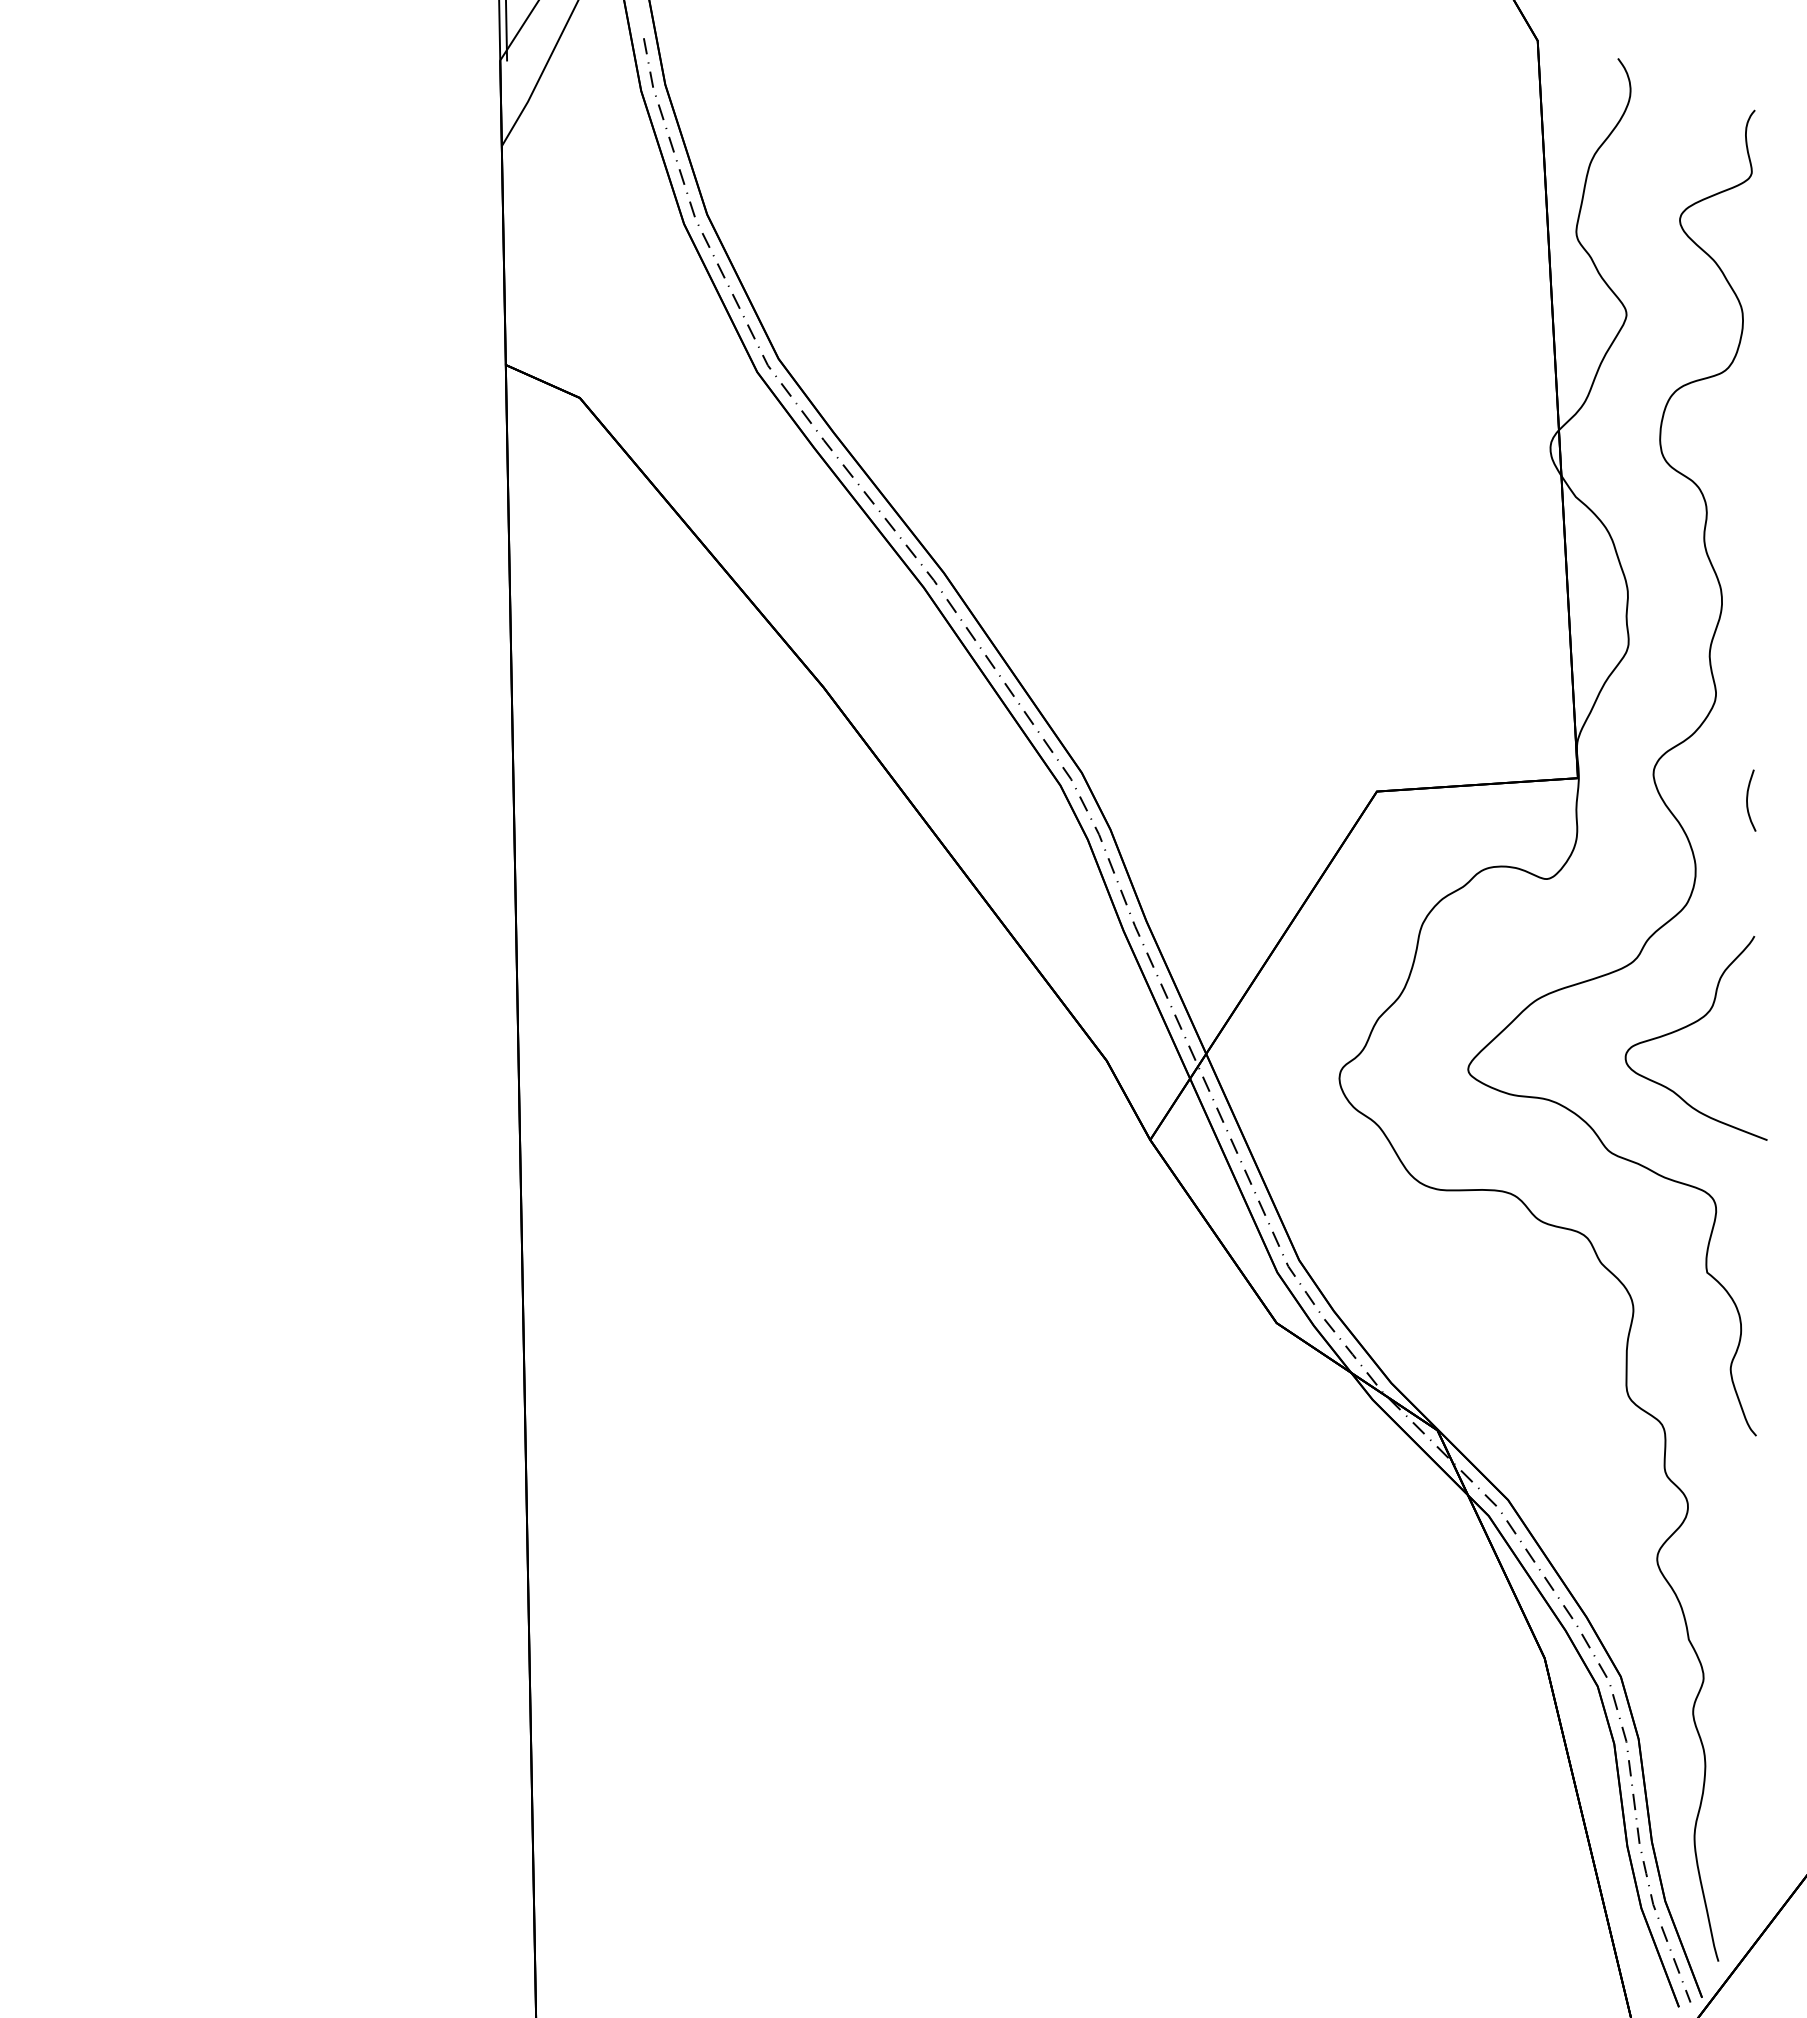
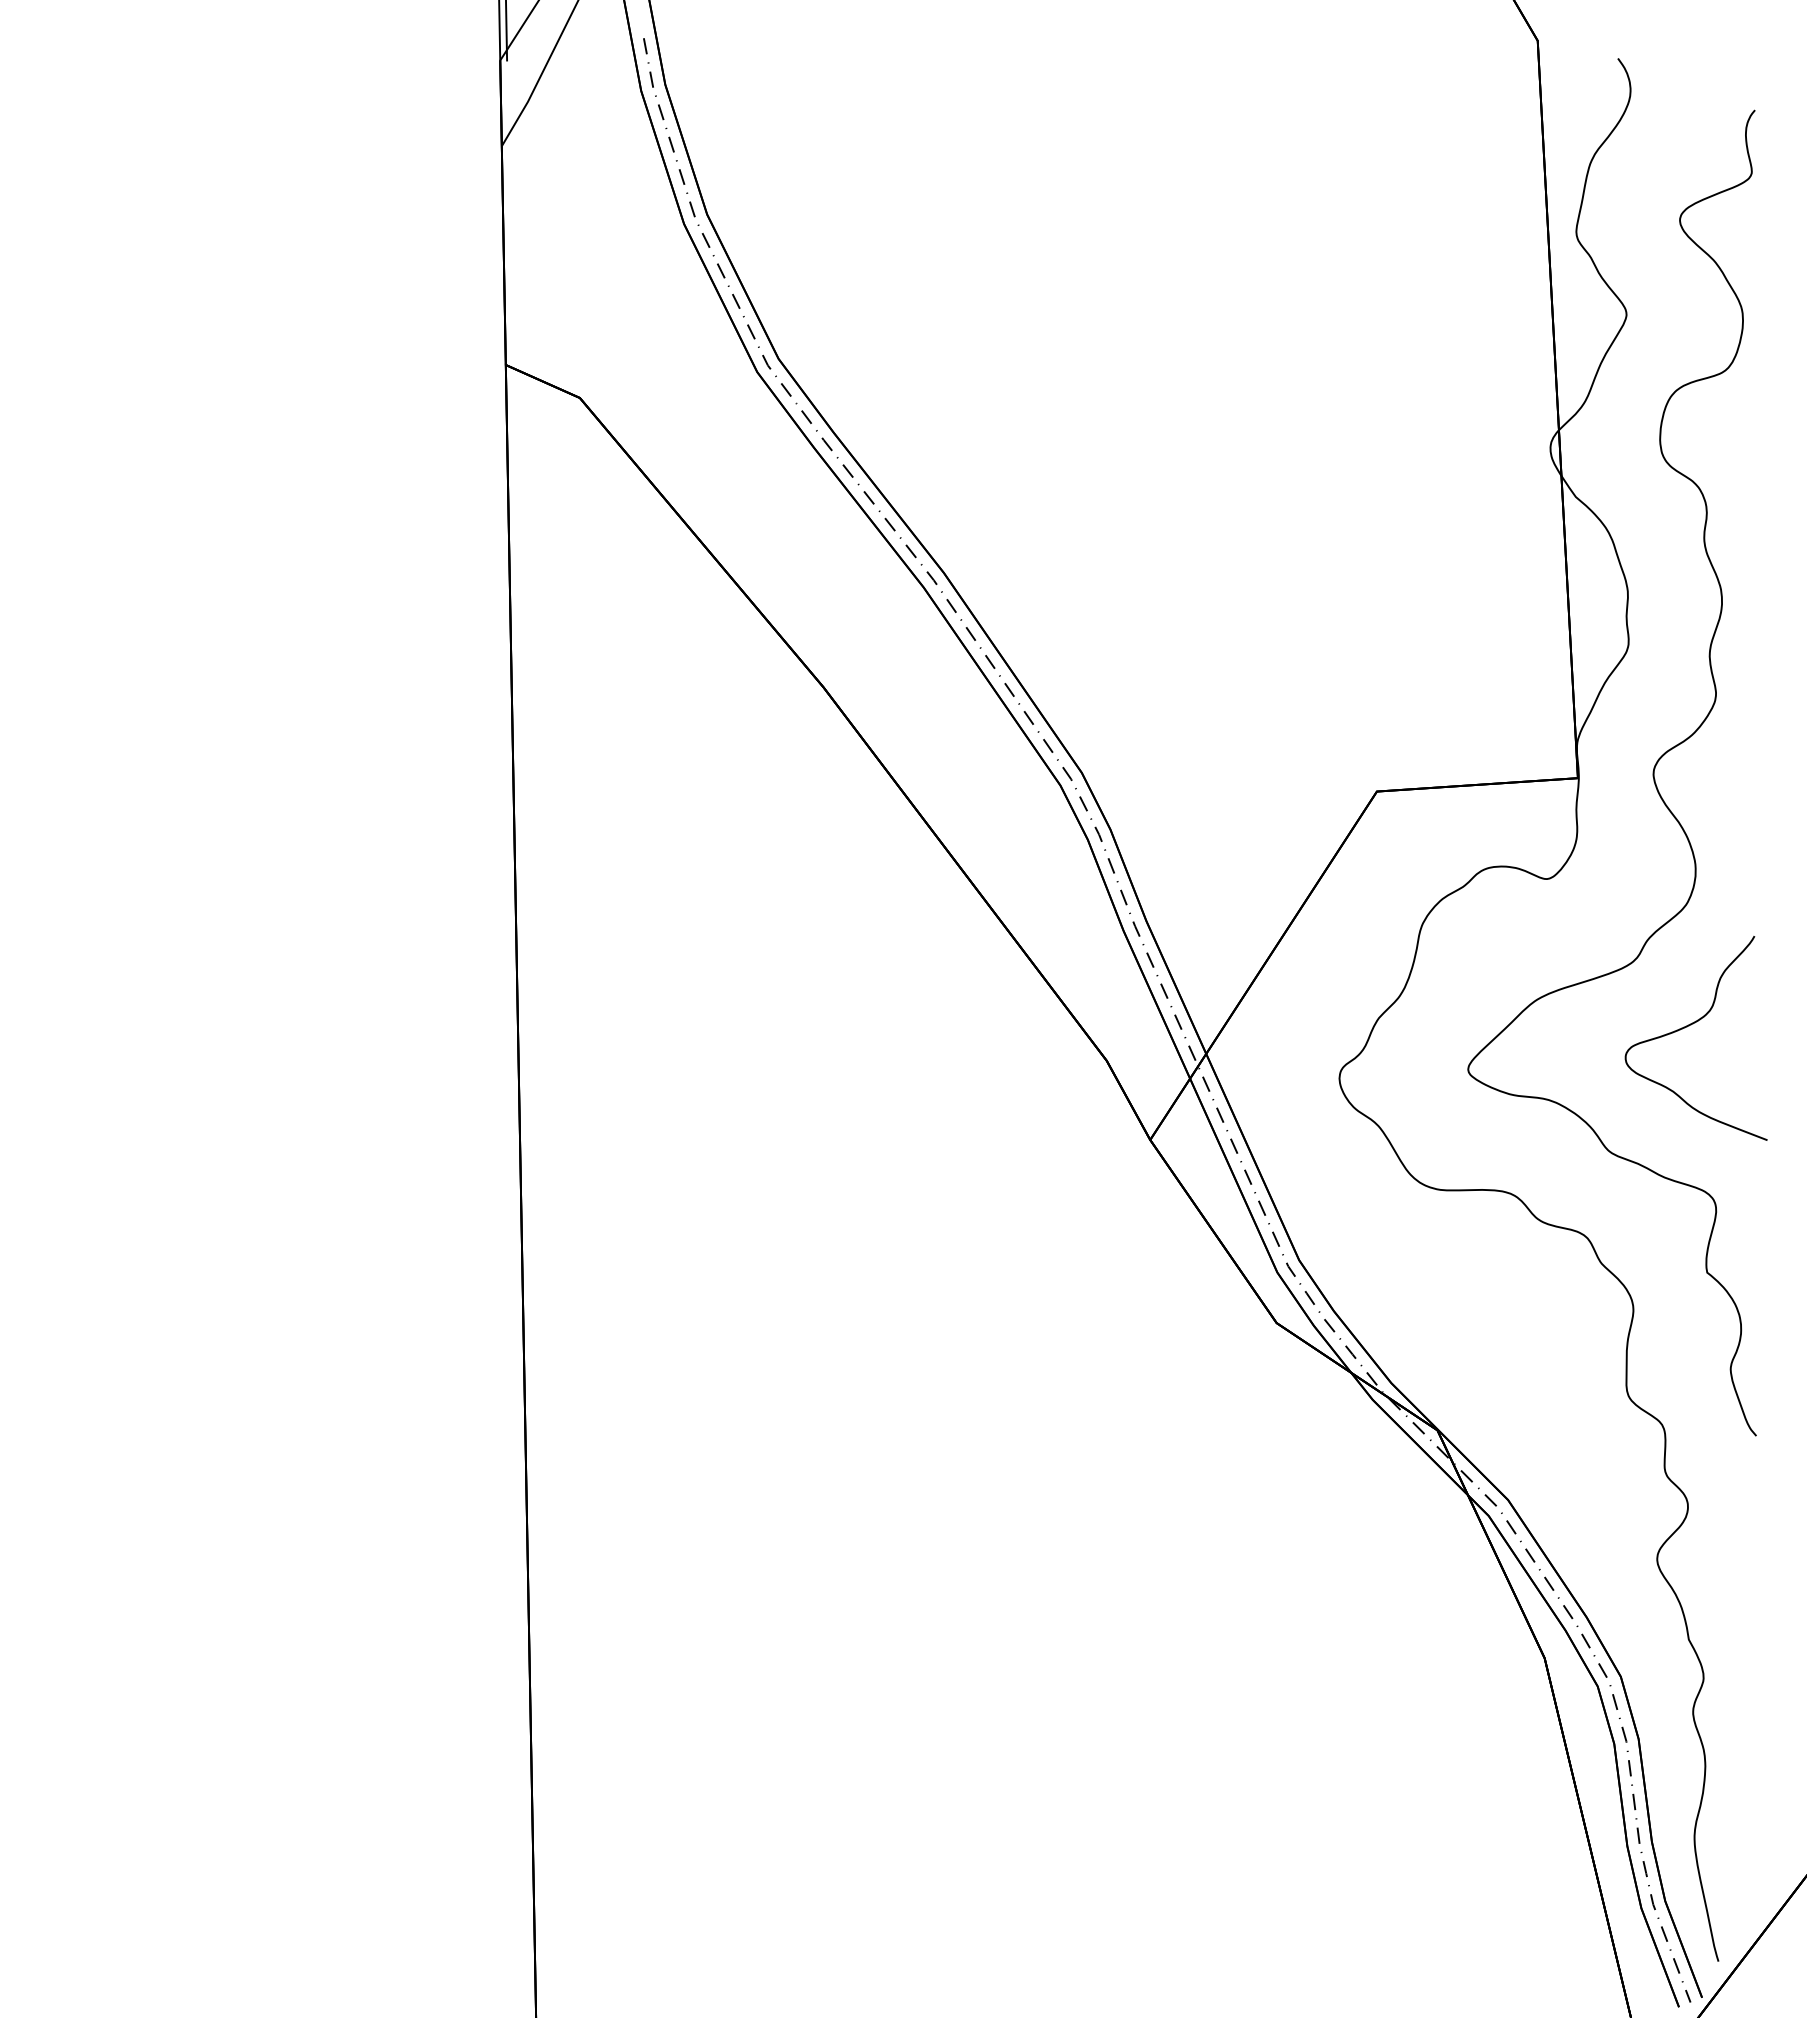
curve at (1747, 800): present -> none
